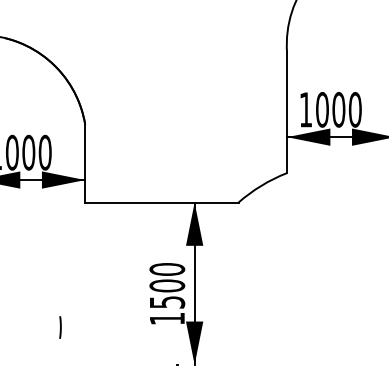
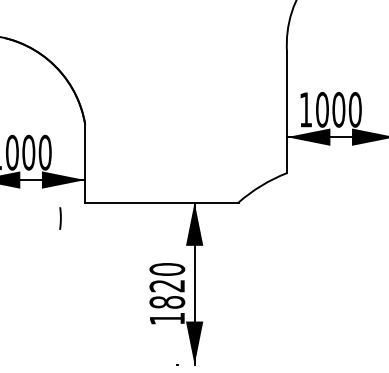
text at (167, 293): 1500 -> 1820
line at (60, 327) position: (60, 327) -> (60, 218)
